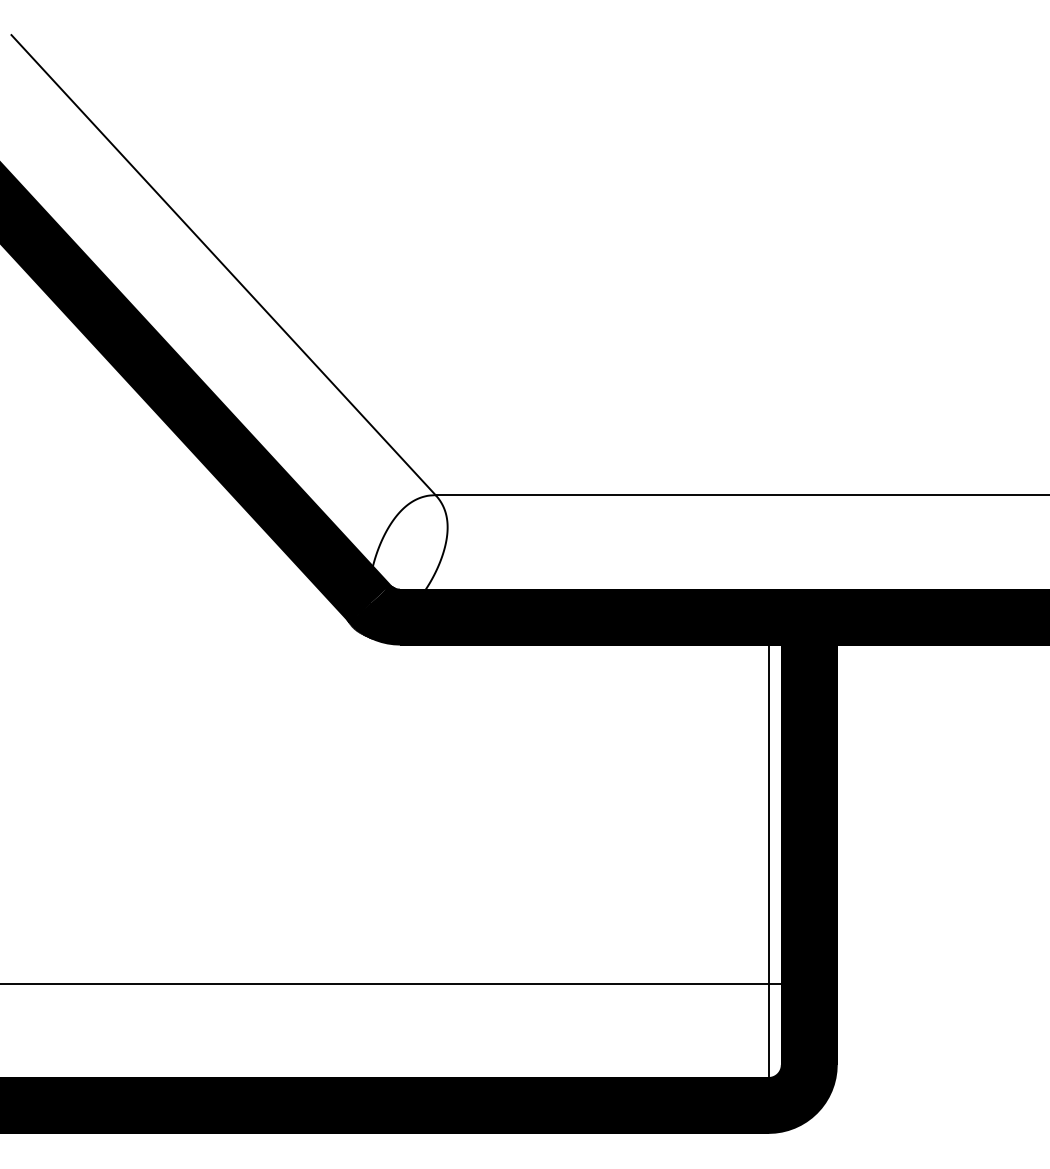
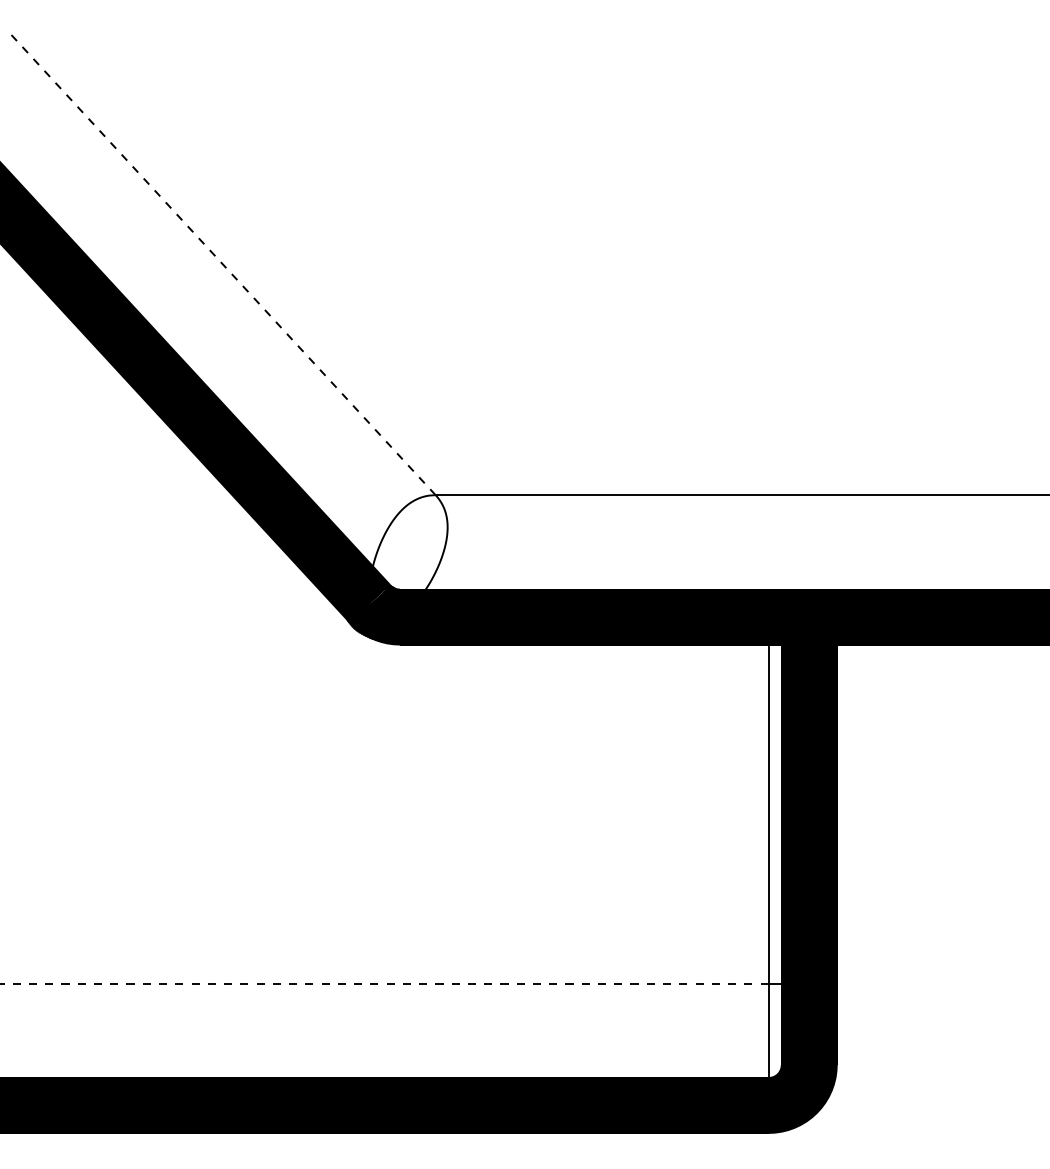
line at (223, 265): solid -> dashed
line at (384, 983): solid -> dashed
